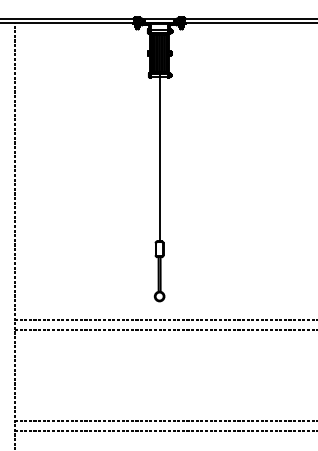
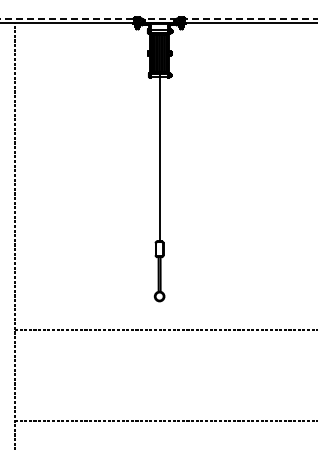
line at (159, 18): solid -> dashed
line at (164, 320): present -> none
line at (164, 430): present -> none
